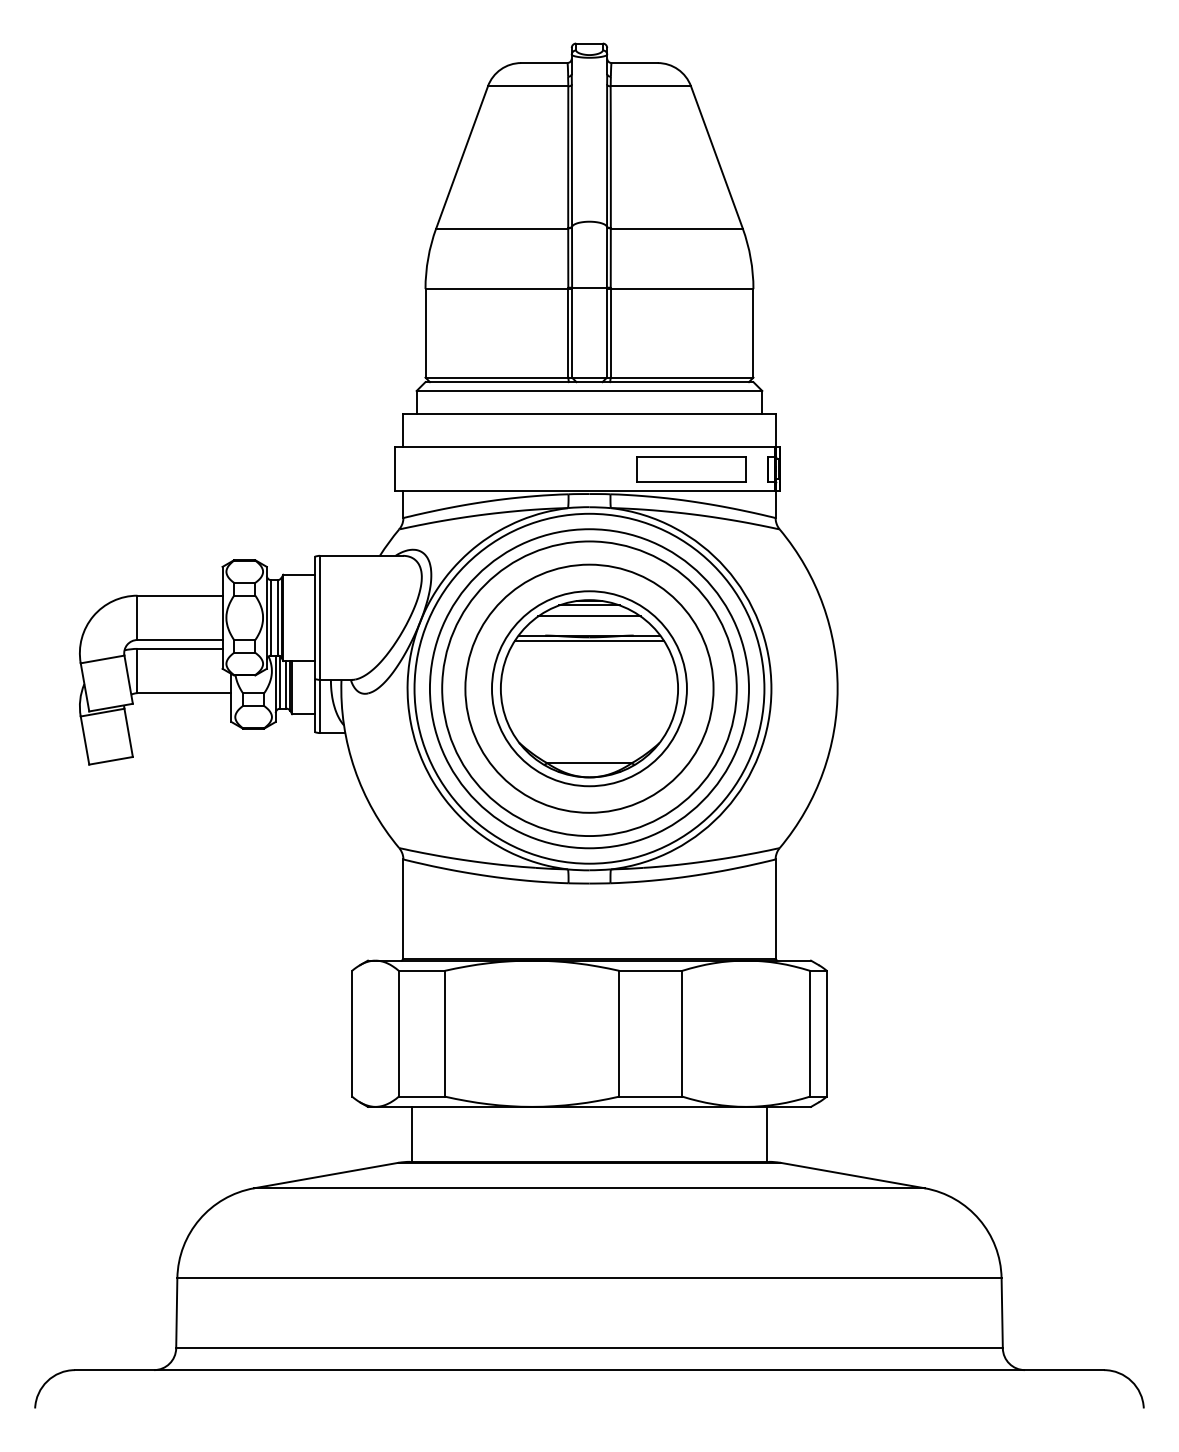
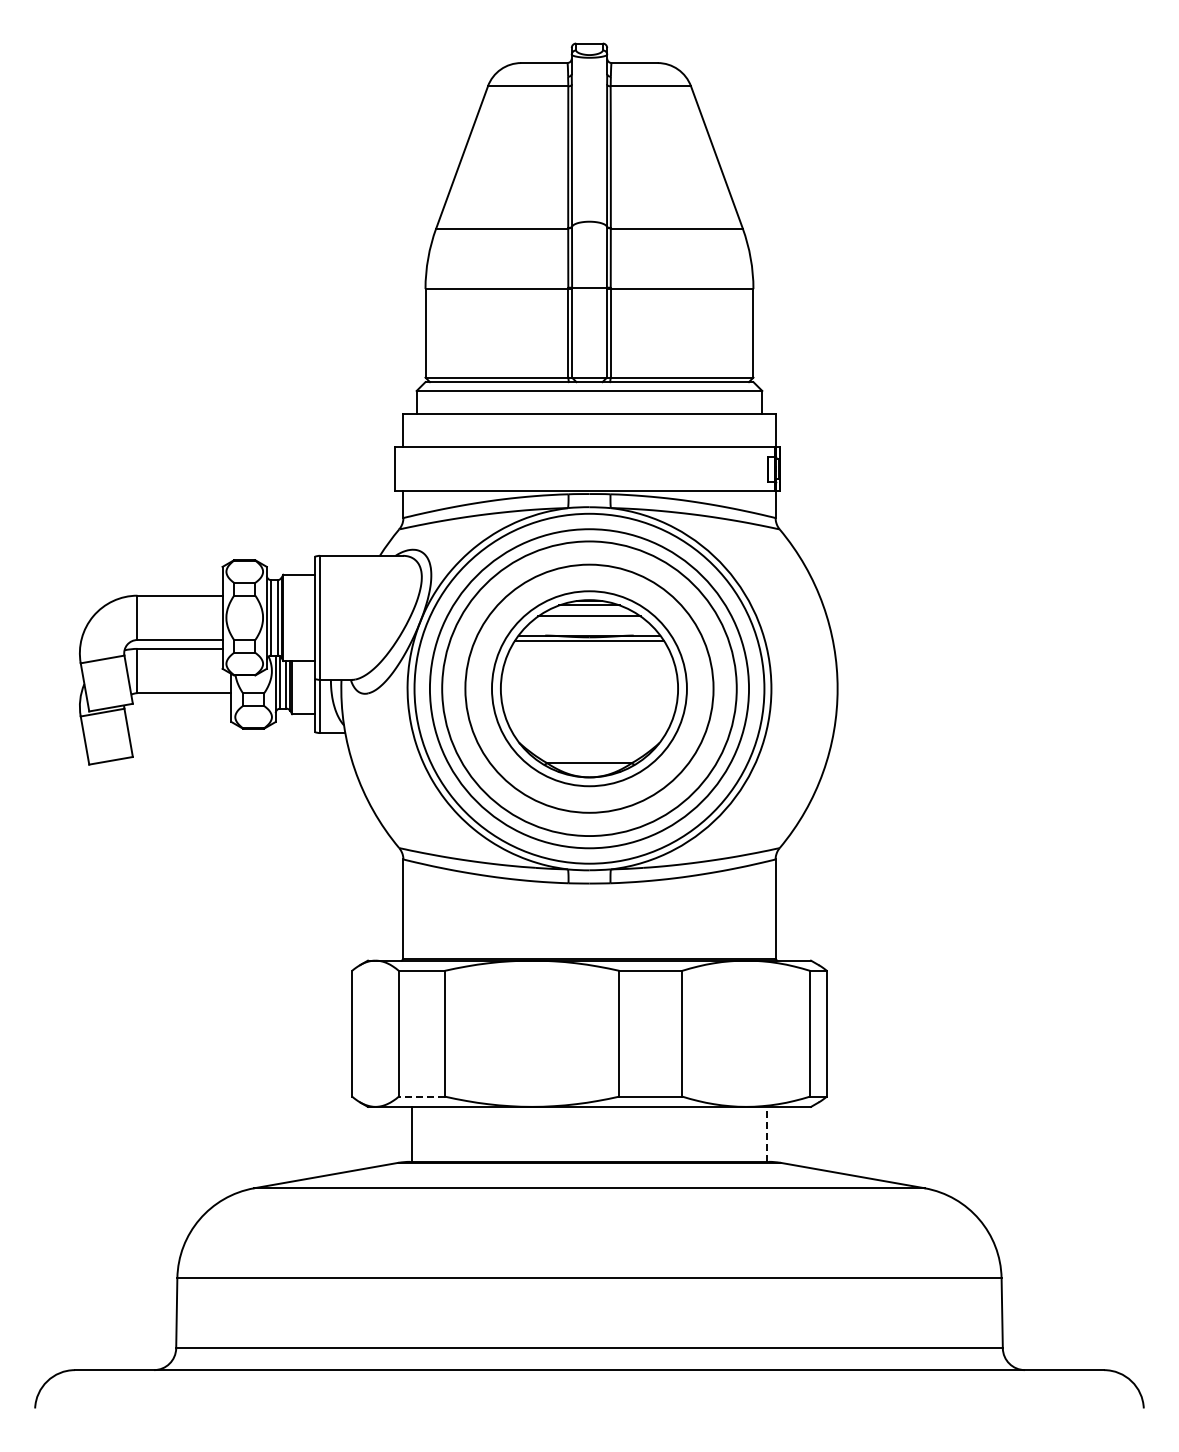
part at (691, 469): present -> none
line at (421, 1096): solid -> dashed
line at (766, 1133): solid -> dashed
